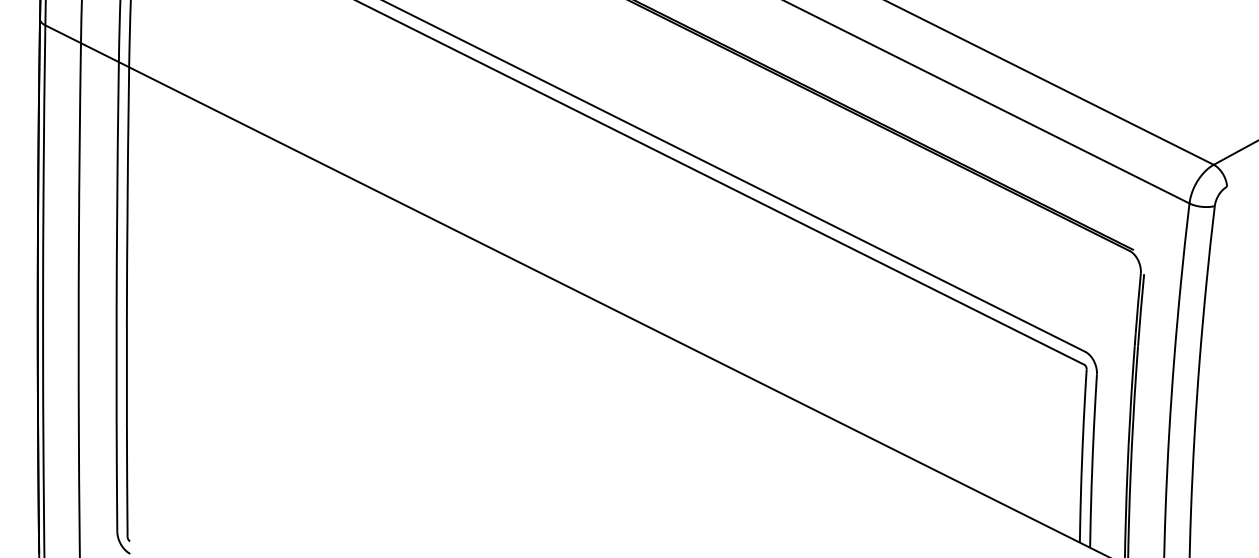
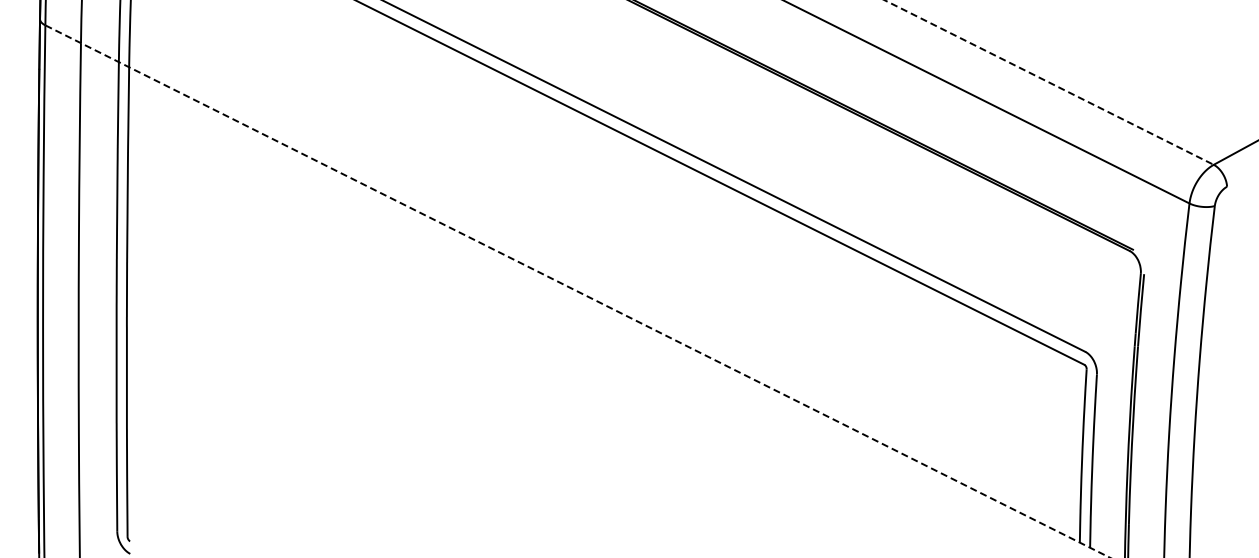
line at (1049, 82): solid -> dashed
line at (577, 291): solid -> dashed
